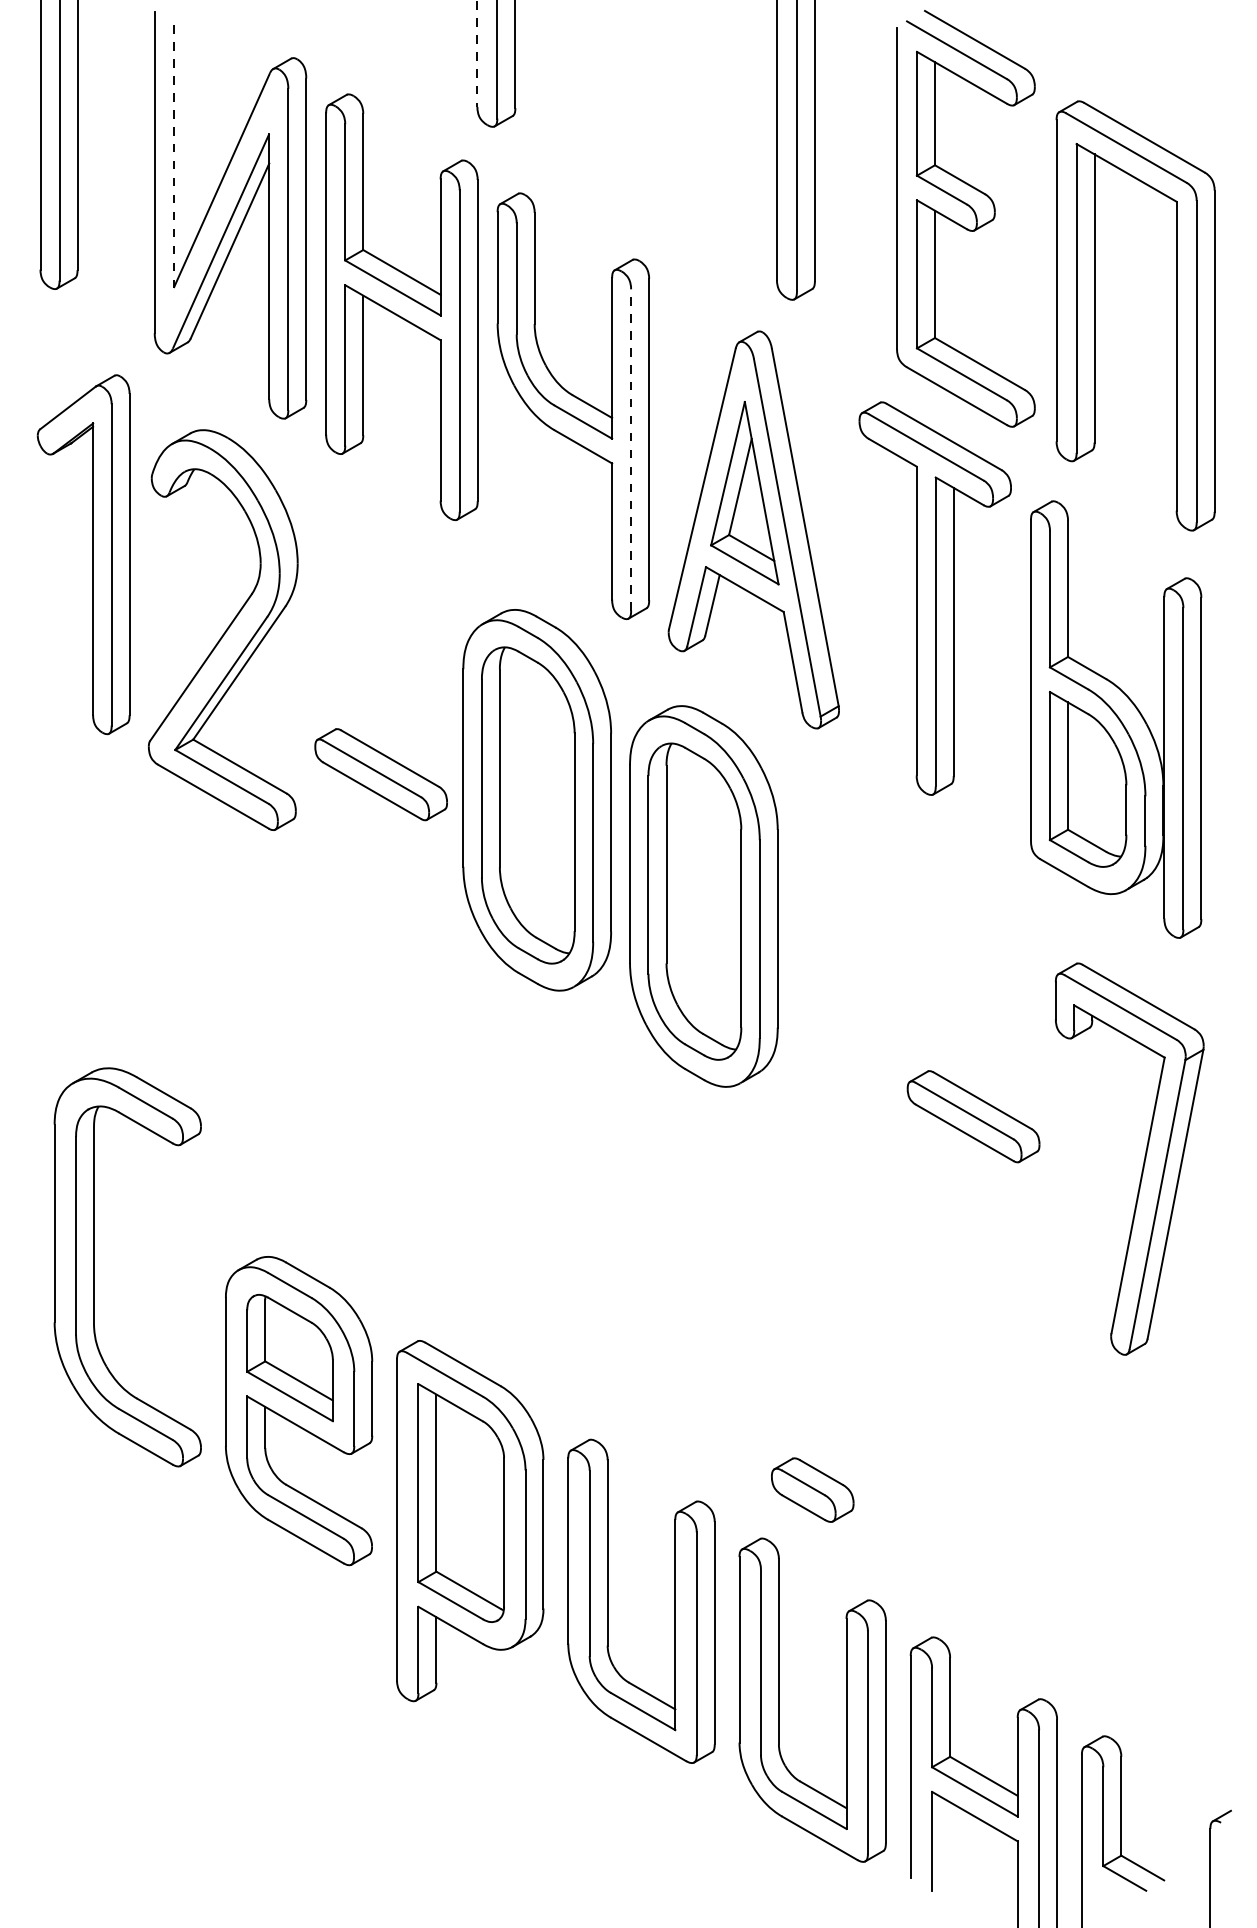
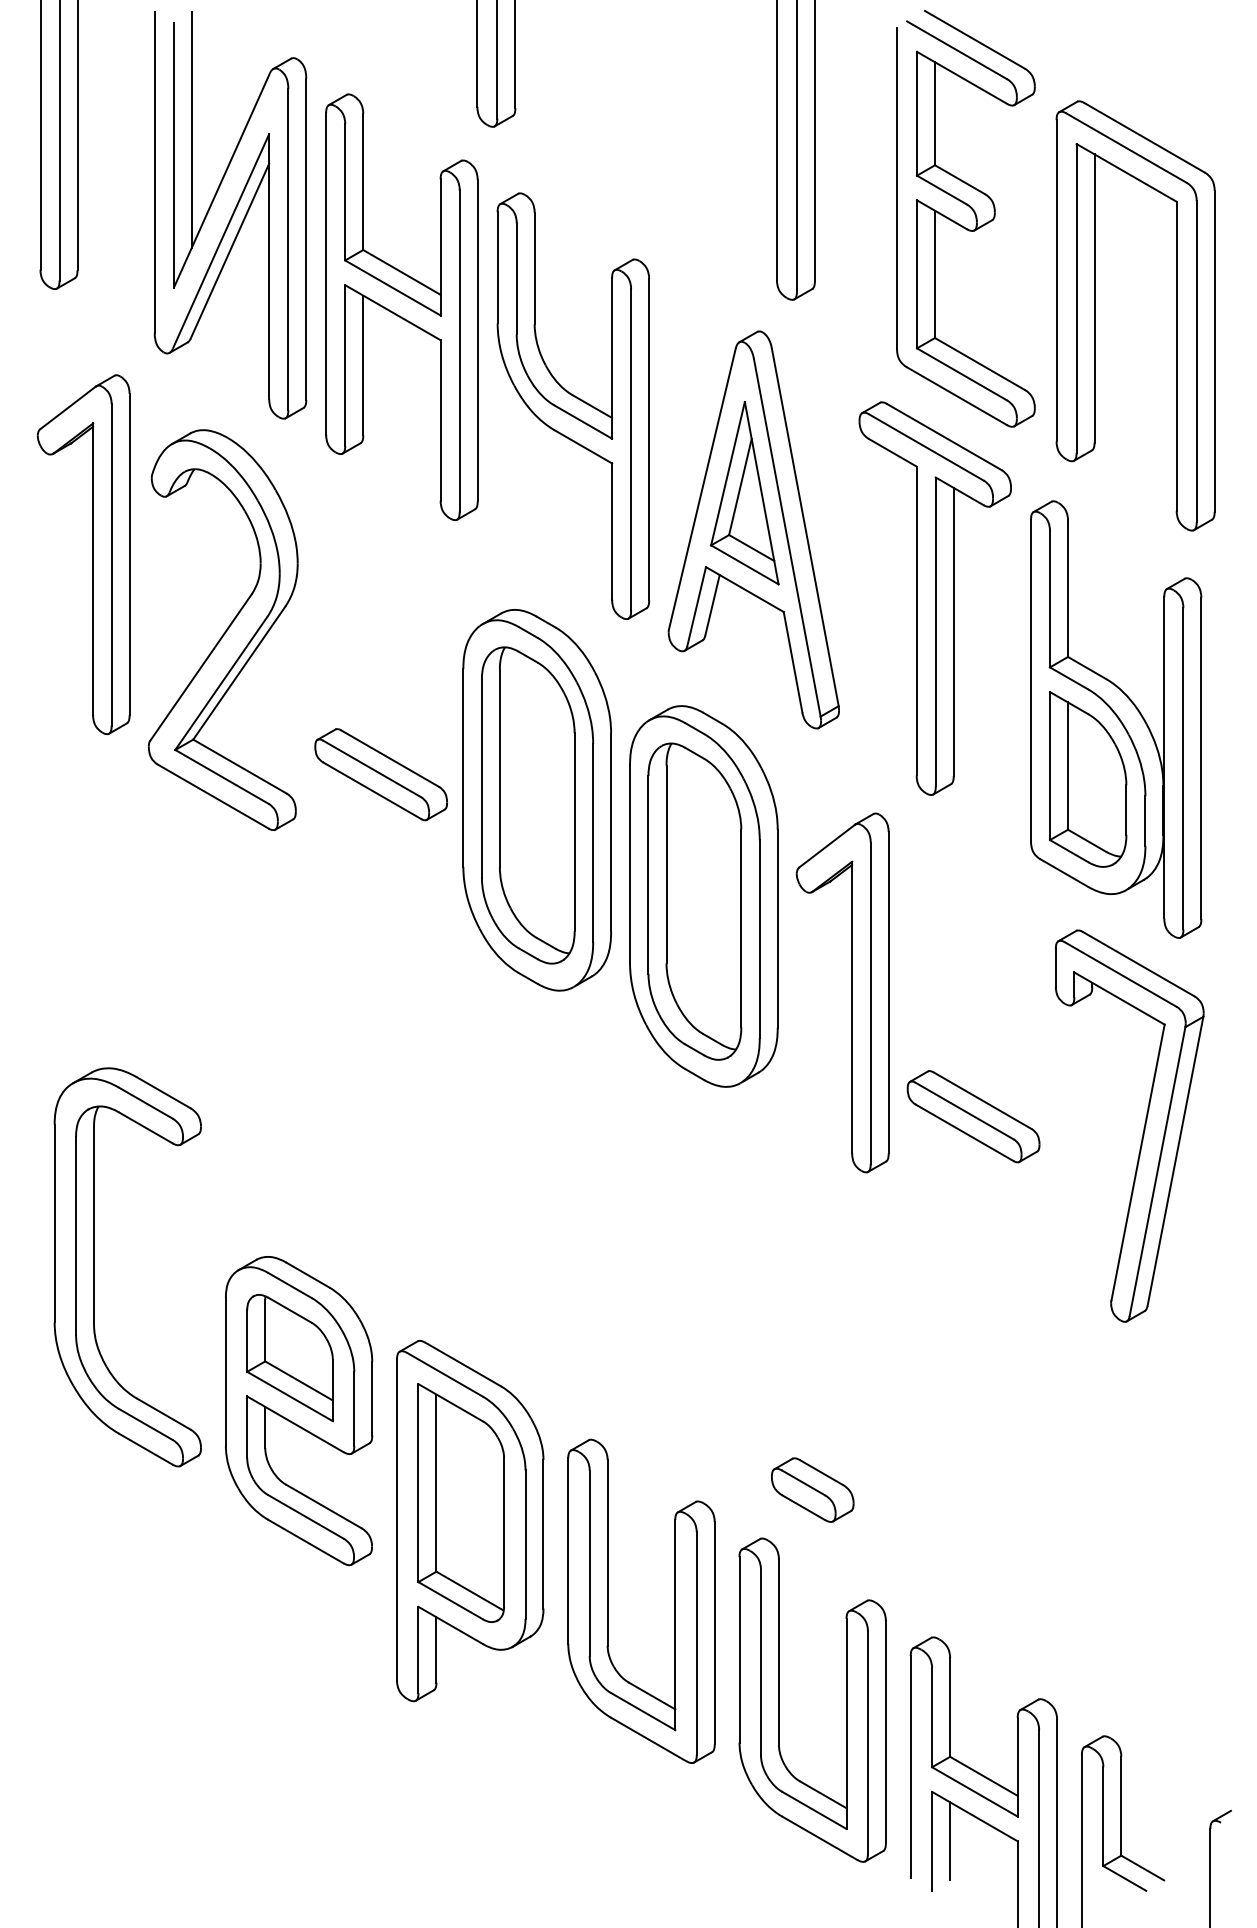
line at (477, 53): dashed -> solid
line at (191, 129): none -> present
line at (173, 155): dashed -> solid
line at (631, 450): dashed -> solid
part at (851, 992): none -> present
part at (1143, 1160) position: (1143, 1160) -> (1143, 1127)
line at (950, 1841): none -> present
